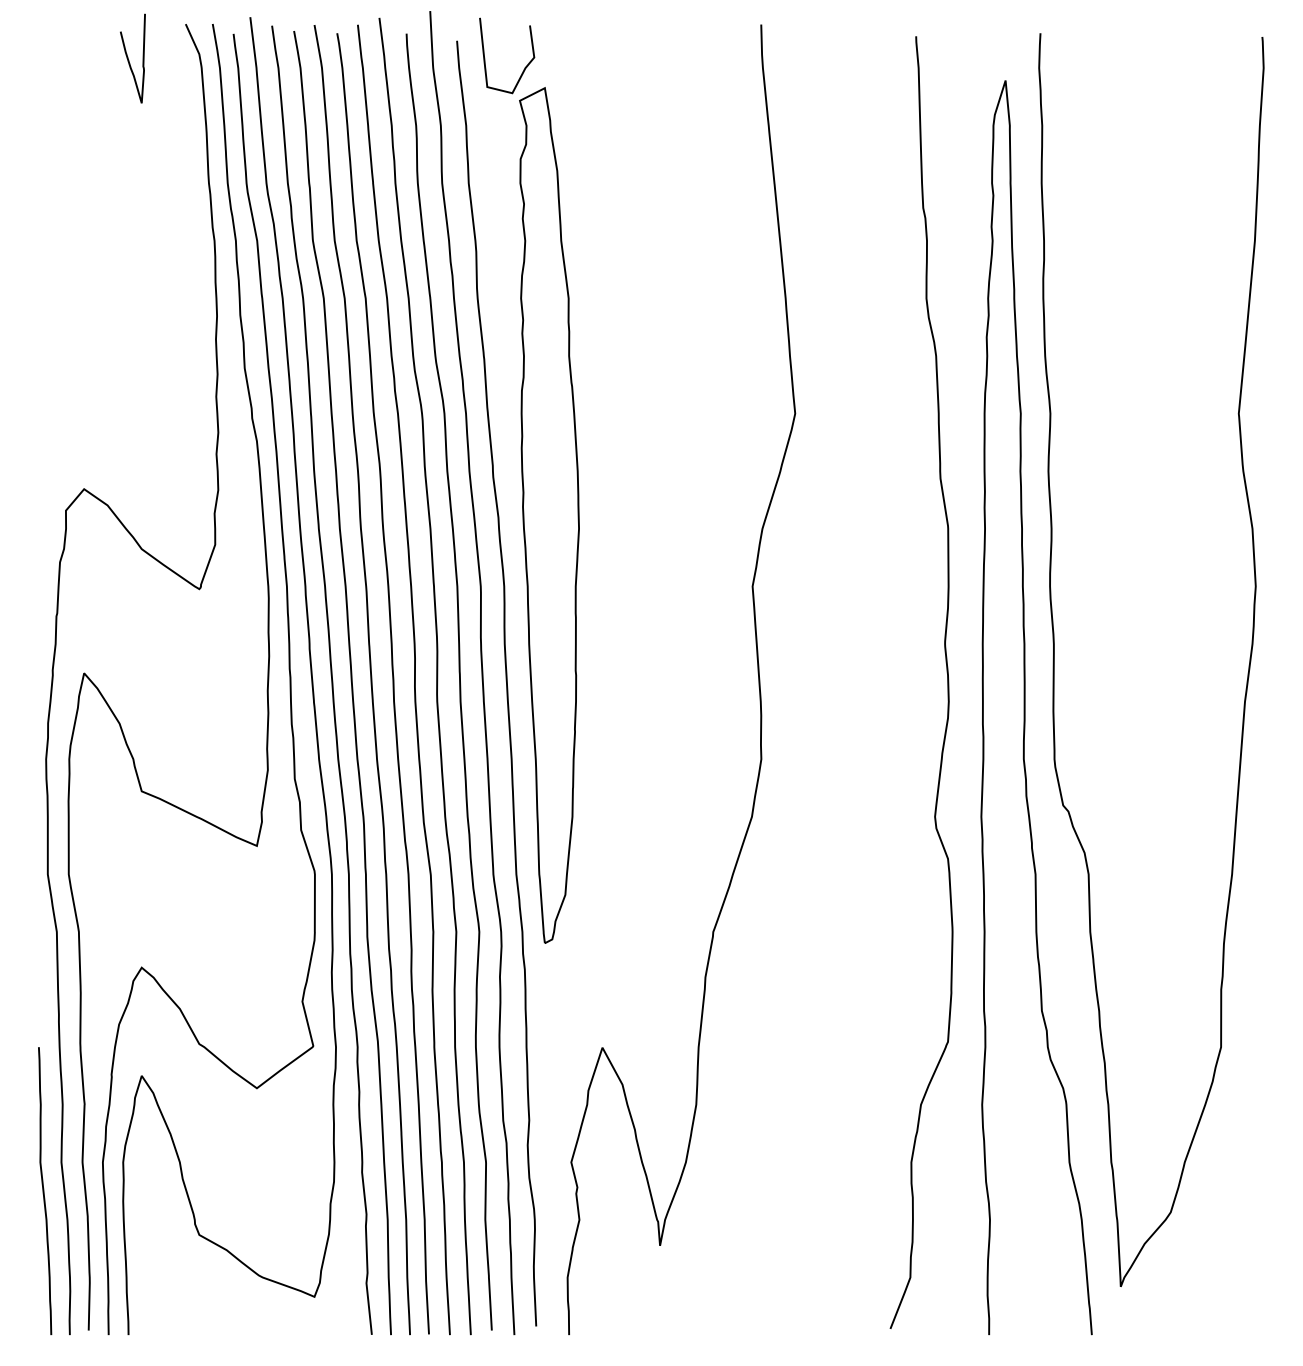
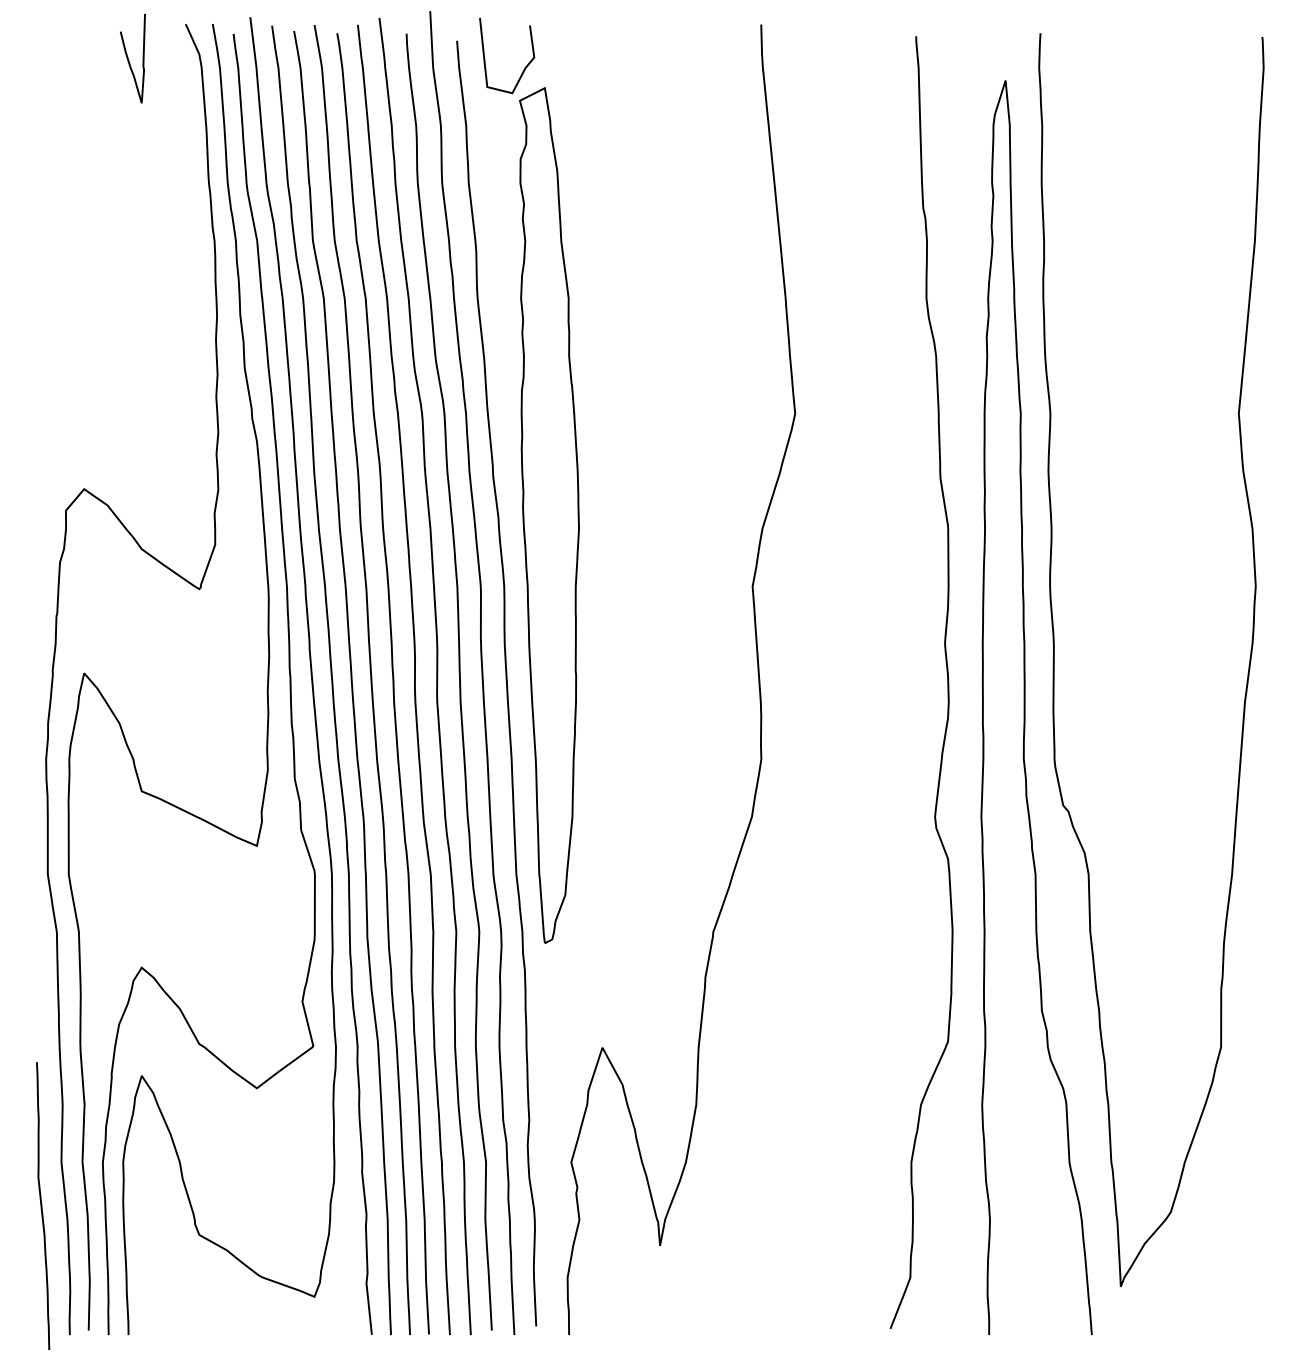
curve at (44, 1191) position: (44, 1191) -> (42, 1206)
